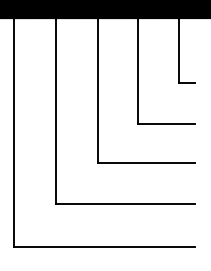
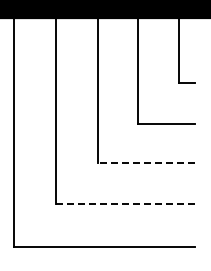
line at (145, 163): solid -> dashed
line at (124, 203): solid -> dashed
